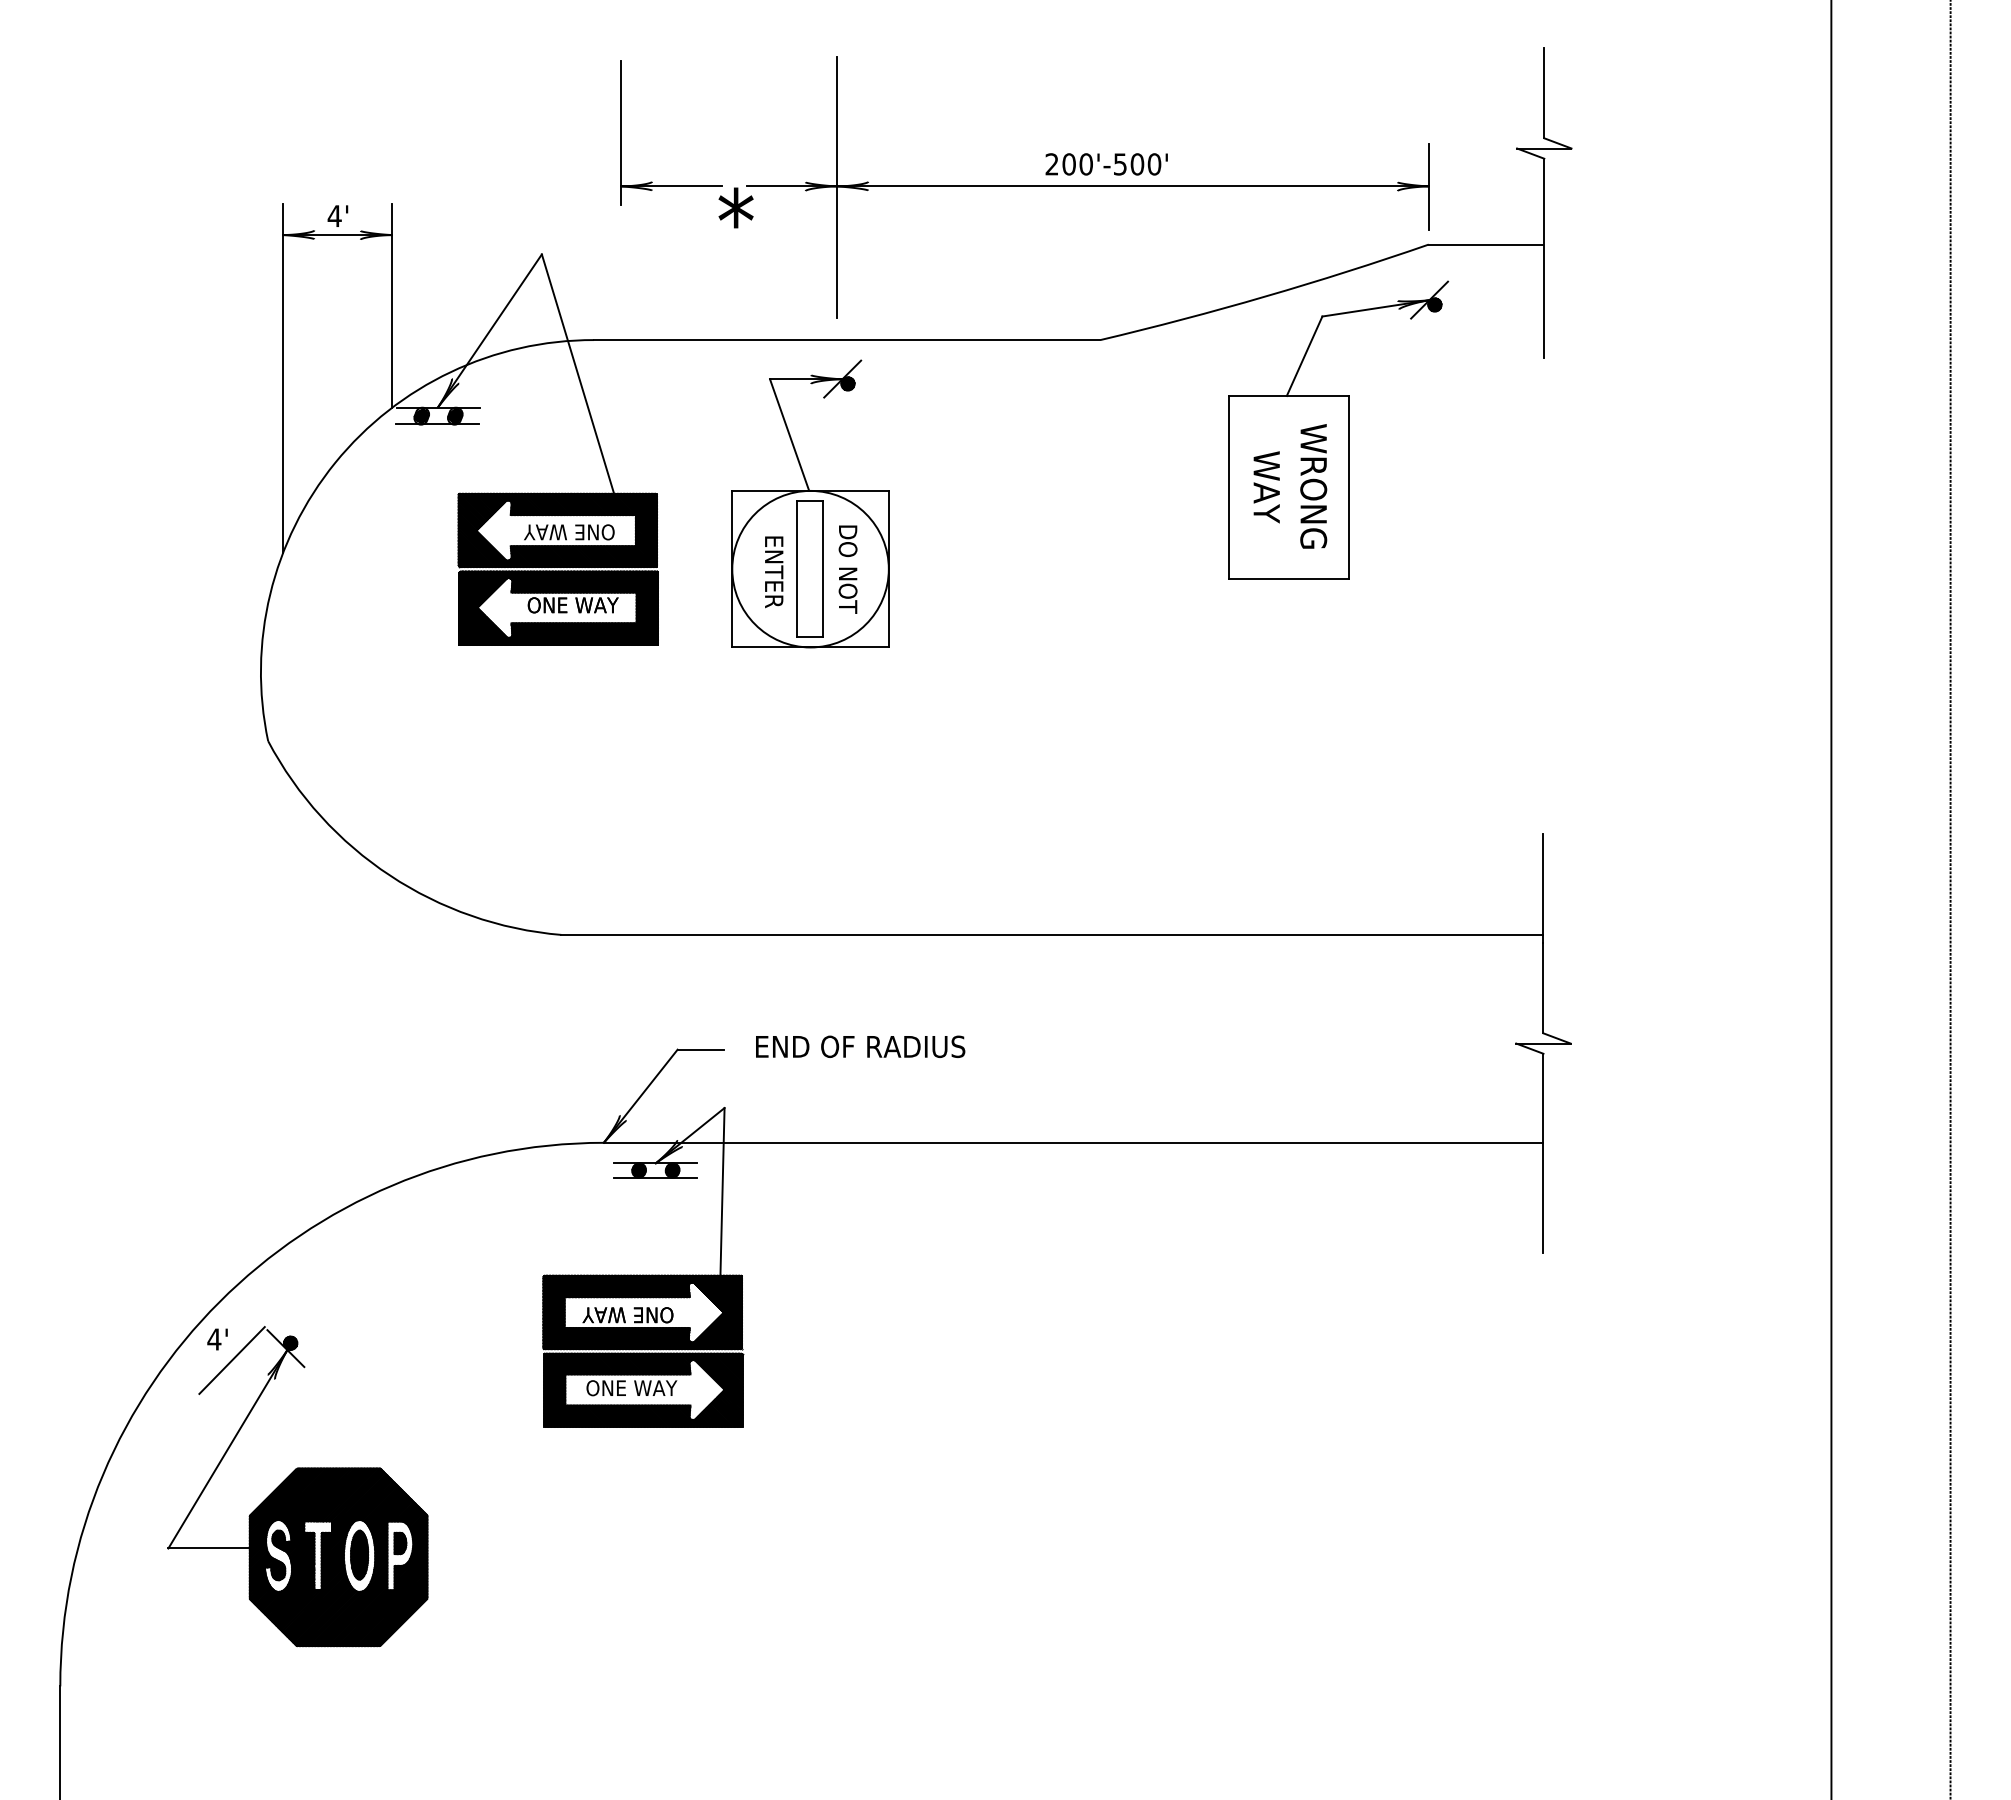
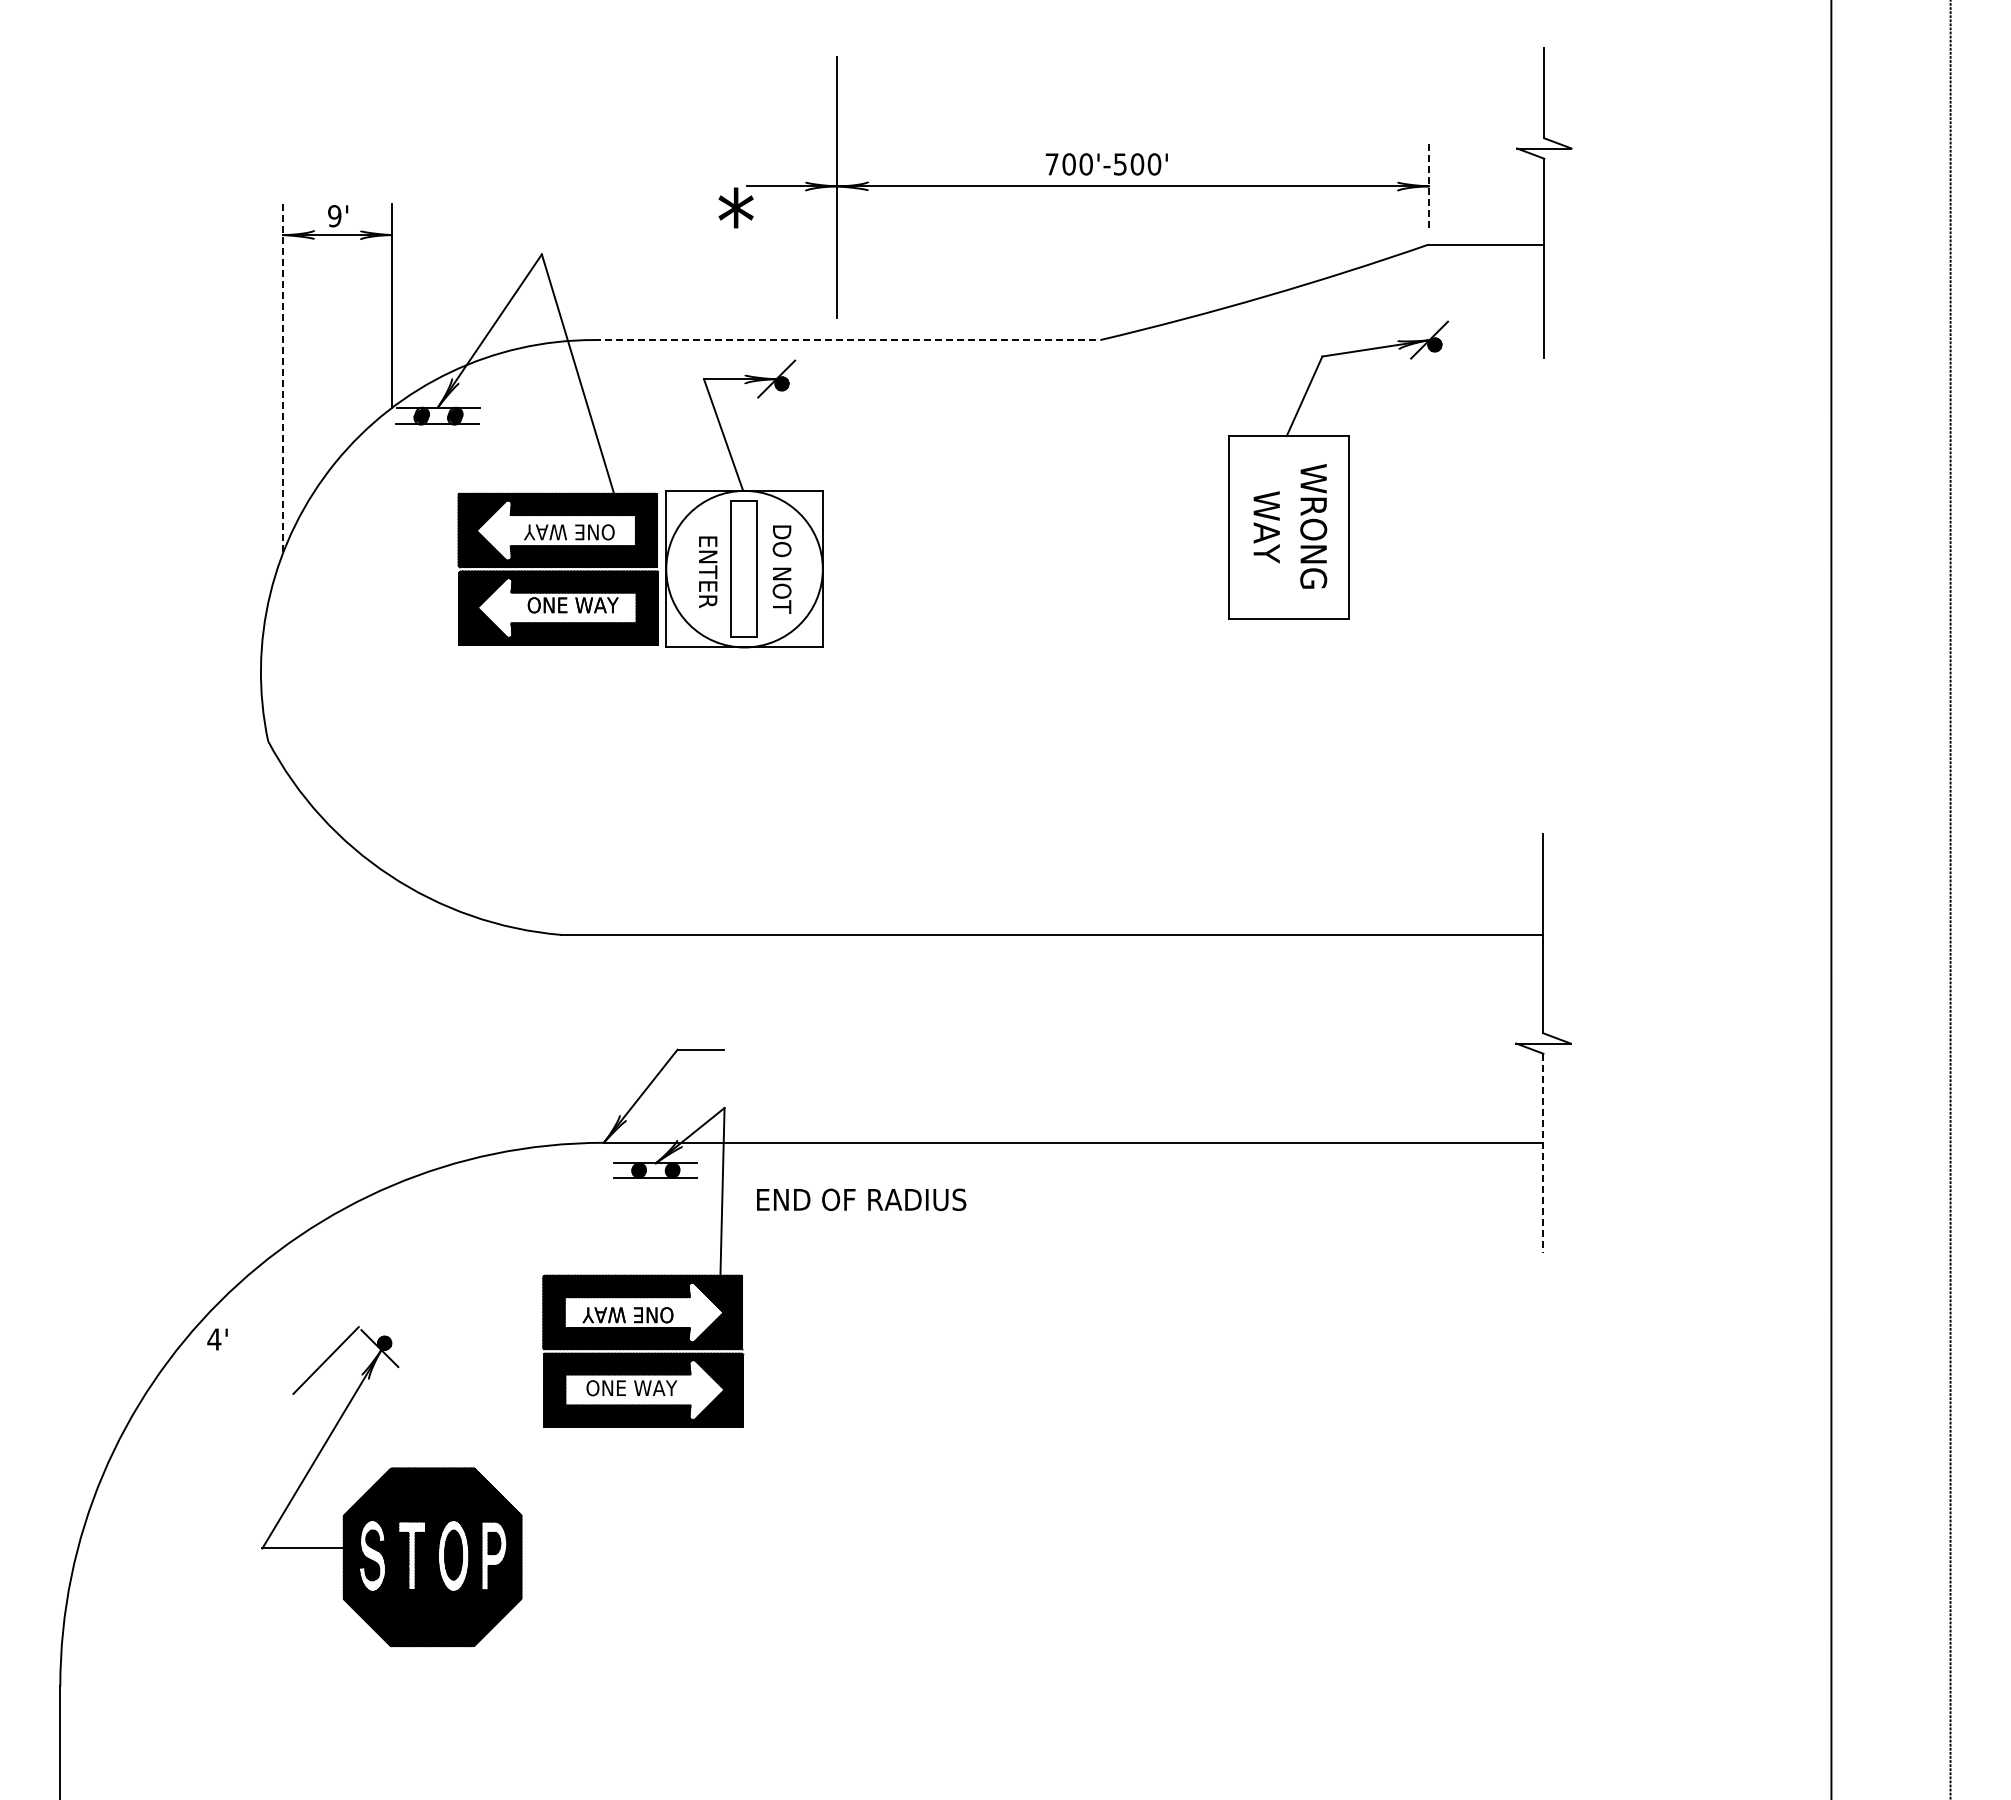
part at (621, 132): present -> none
text at (1051, 164): 200'-500' -> 700'-500'
line at (1429, 186): solid -> dashed
text at (334, 216): 4' -> 9'
line at (847, 340): solid -> dashed
line at (283, 378): solid -> dashed
part at (1338, 429) position: (1338, 429) -> (1338, 469)
part at (810, 503) position: (810, 503) -> (744, 503)
text at (860, 1046) position: (860, 1046) -> (861, 1199)
line at (1543, 1153): solid -> dashed
part at (297, 1486) position: (297, 1486) -> (391, 1486)
